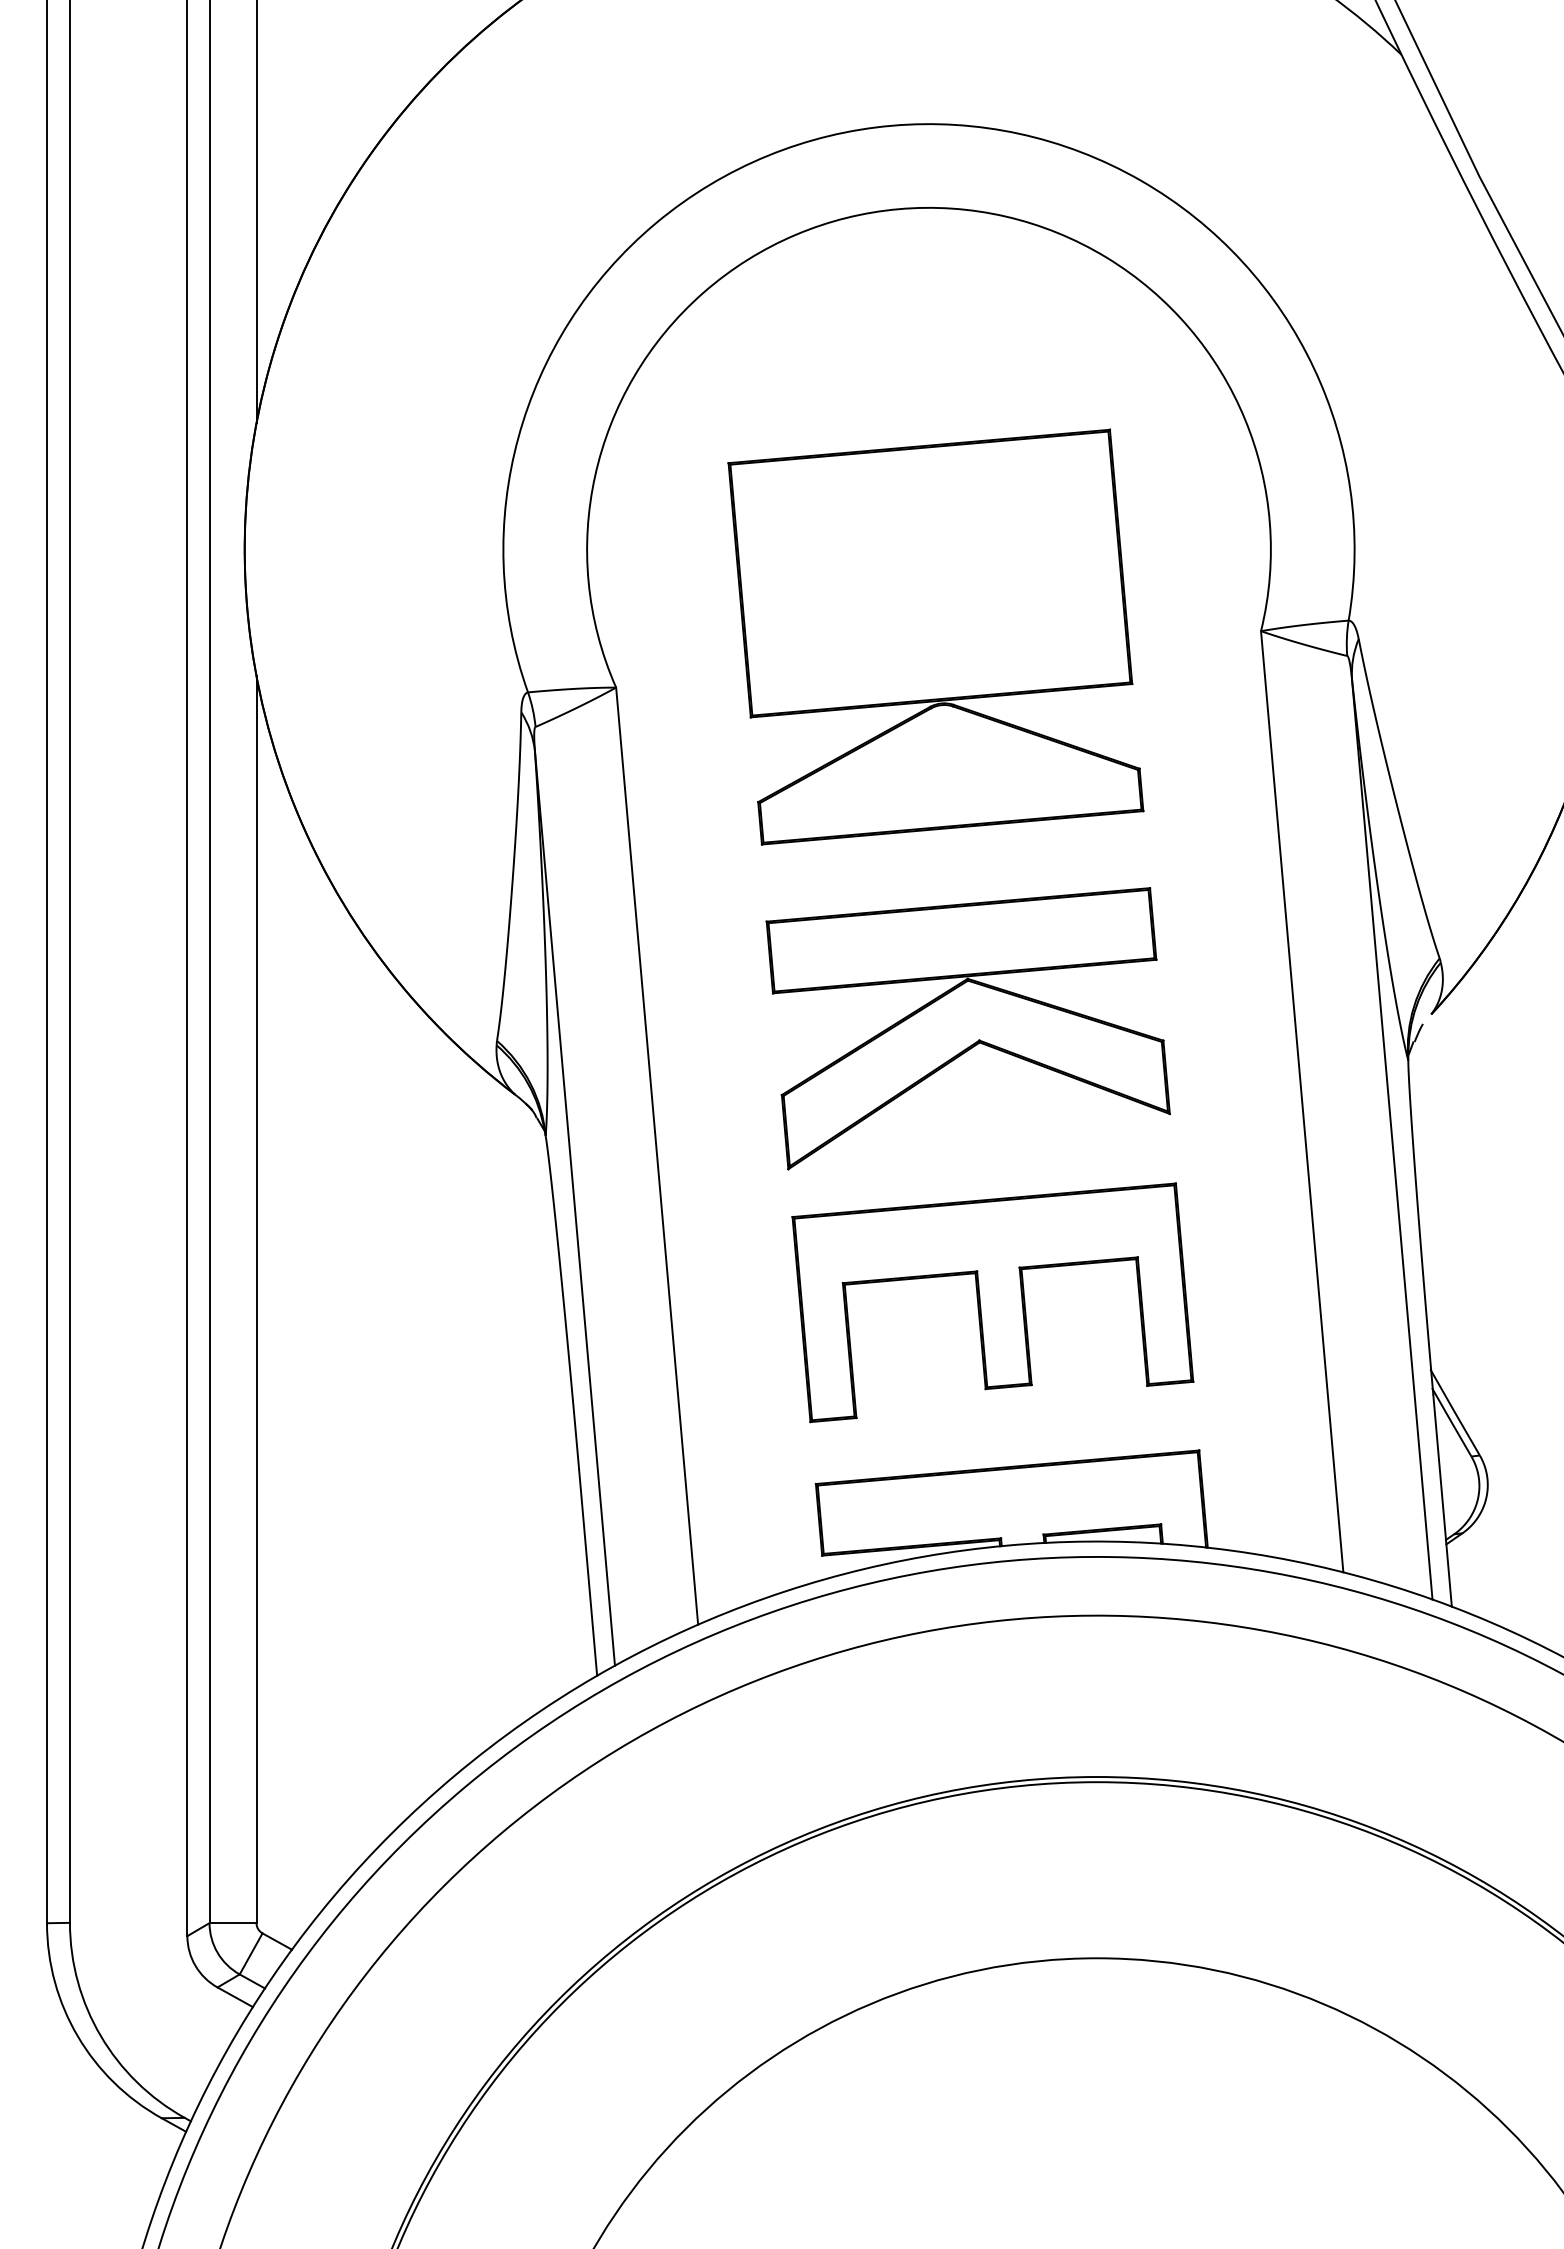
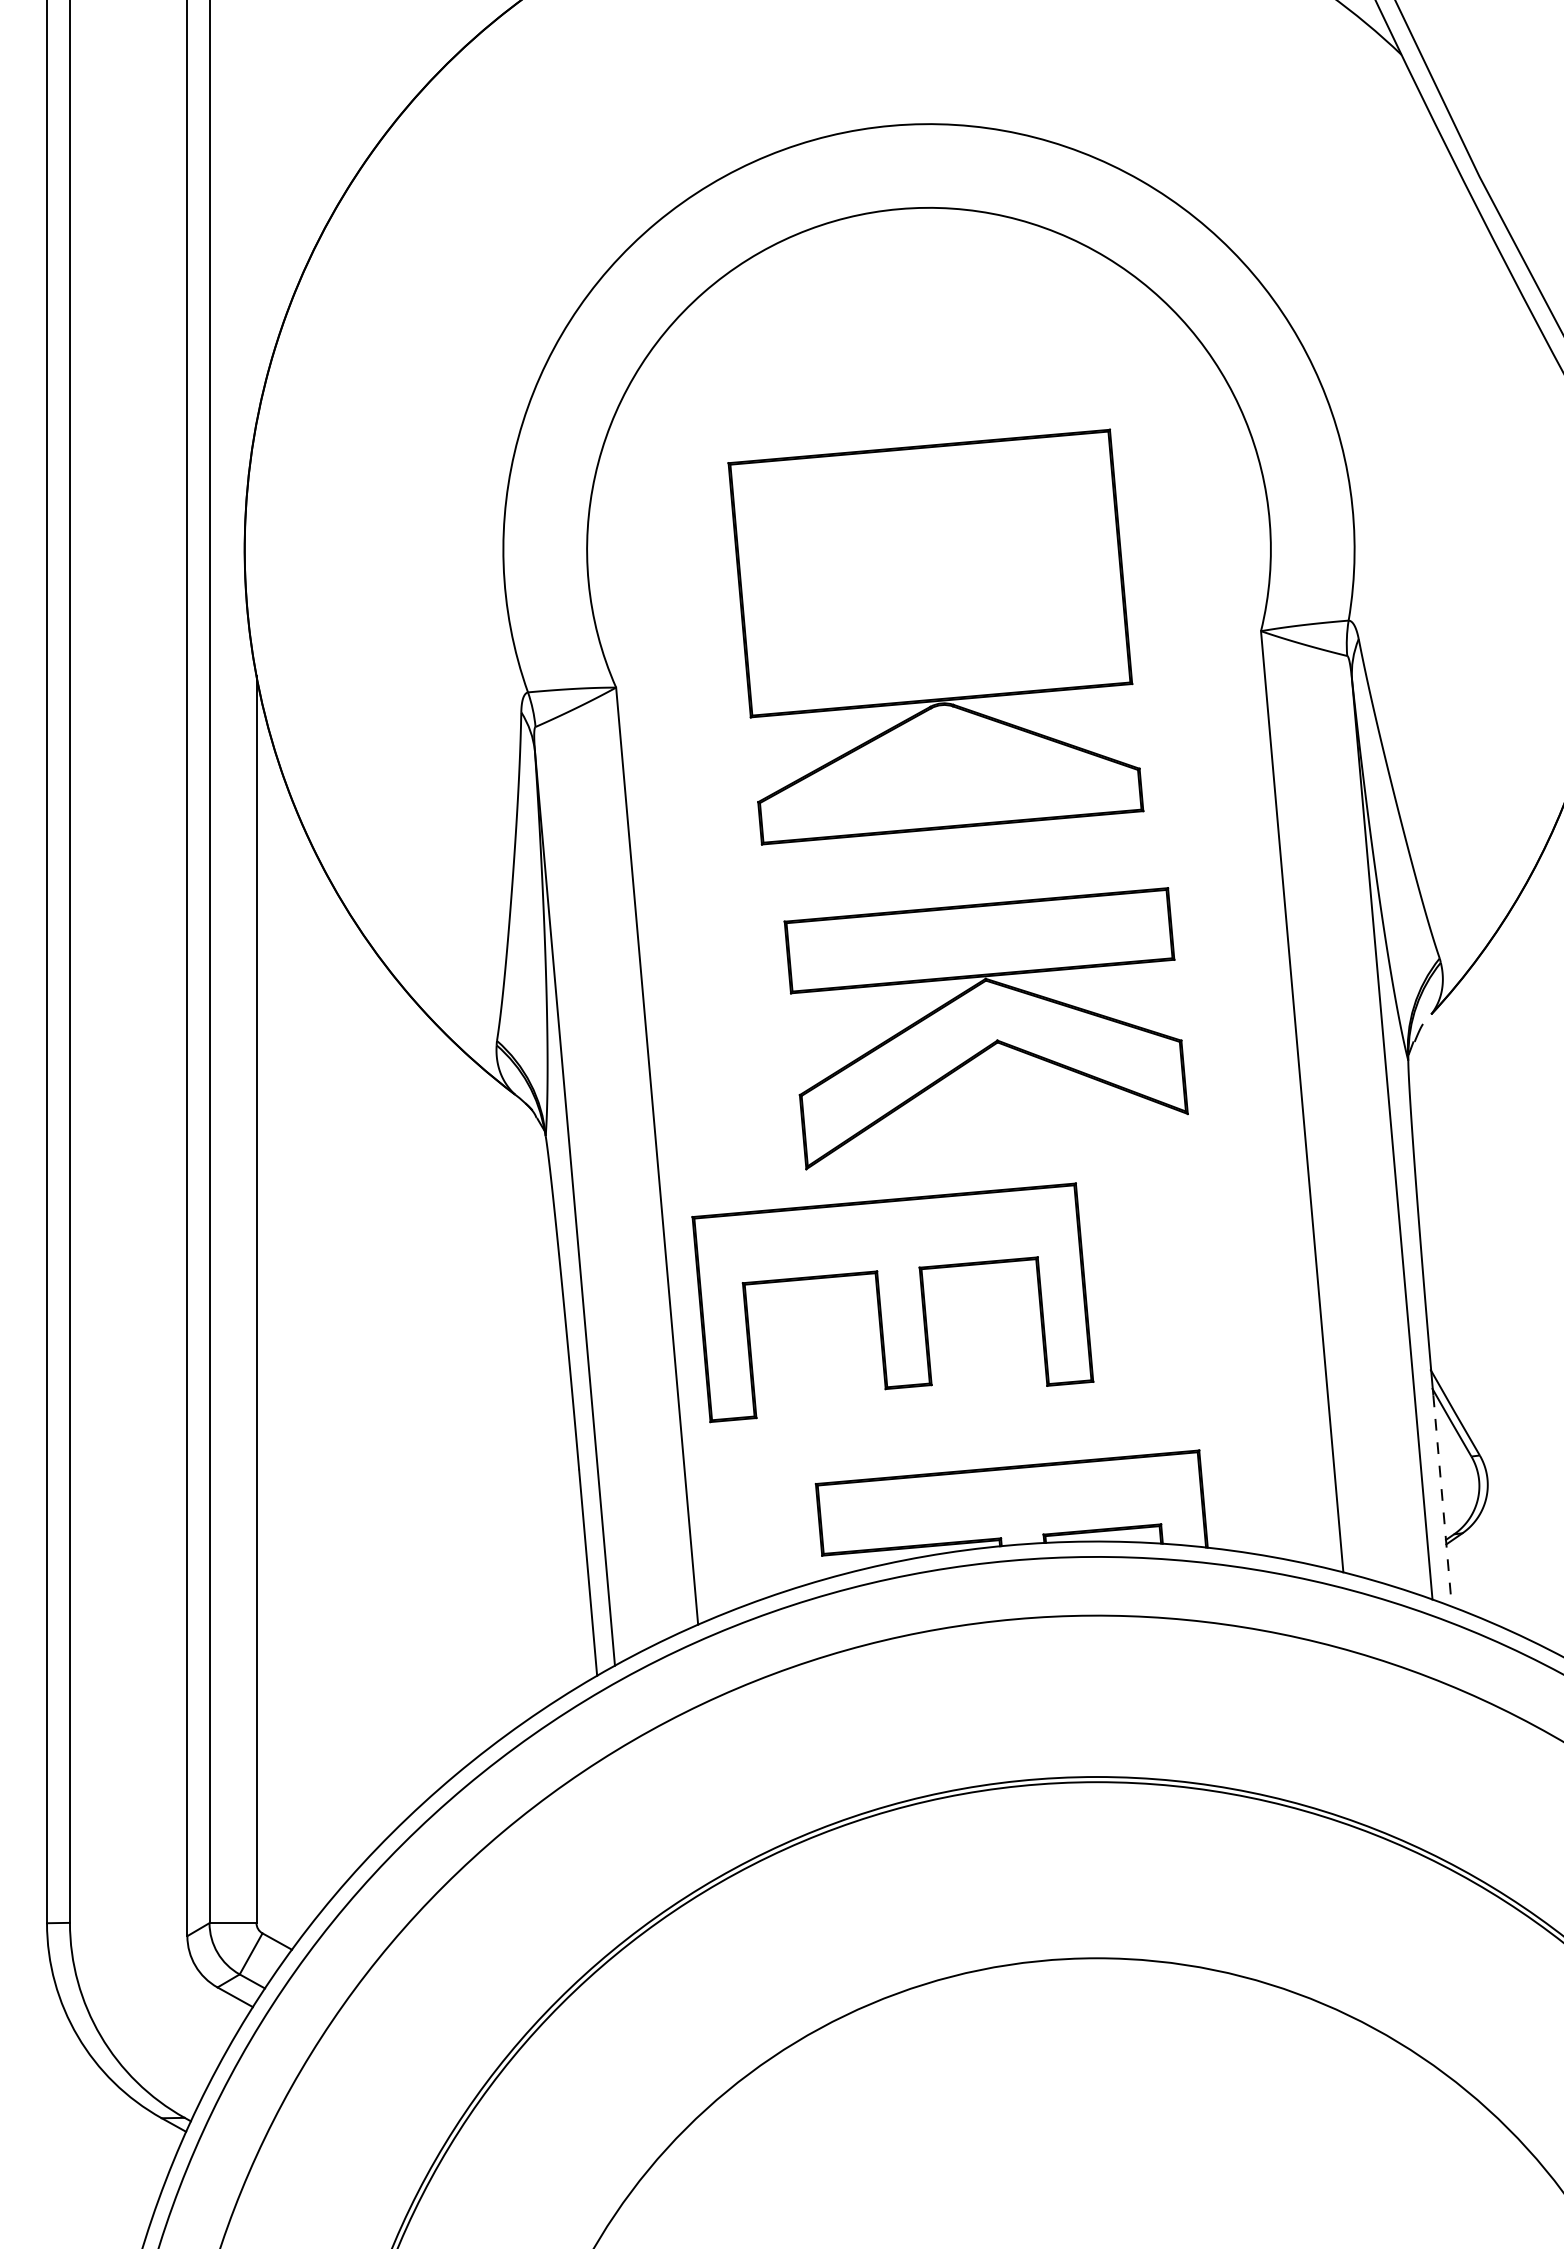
line at (256, 212): present -> none
part at (967, 1028) position: (967, 1028) -> (985, 1028)
part at (992, 1302) position: (992, 1302) -> (892, 1302)
line at (1442, 1501): solid -> dashed
